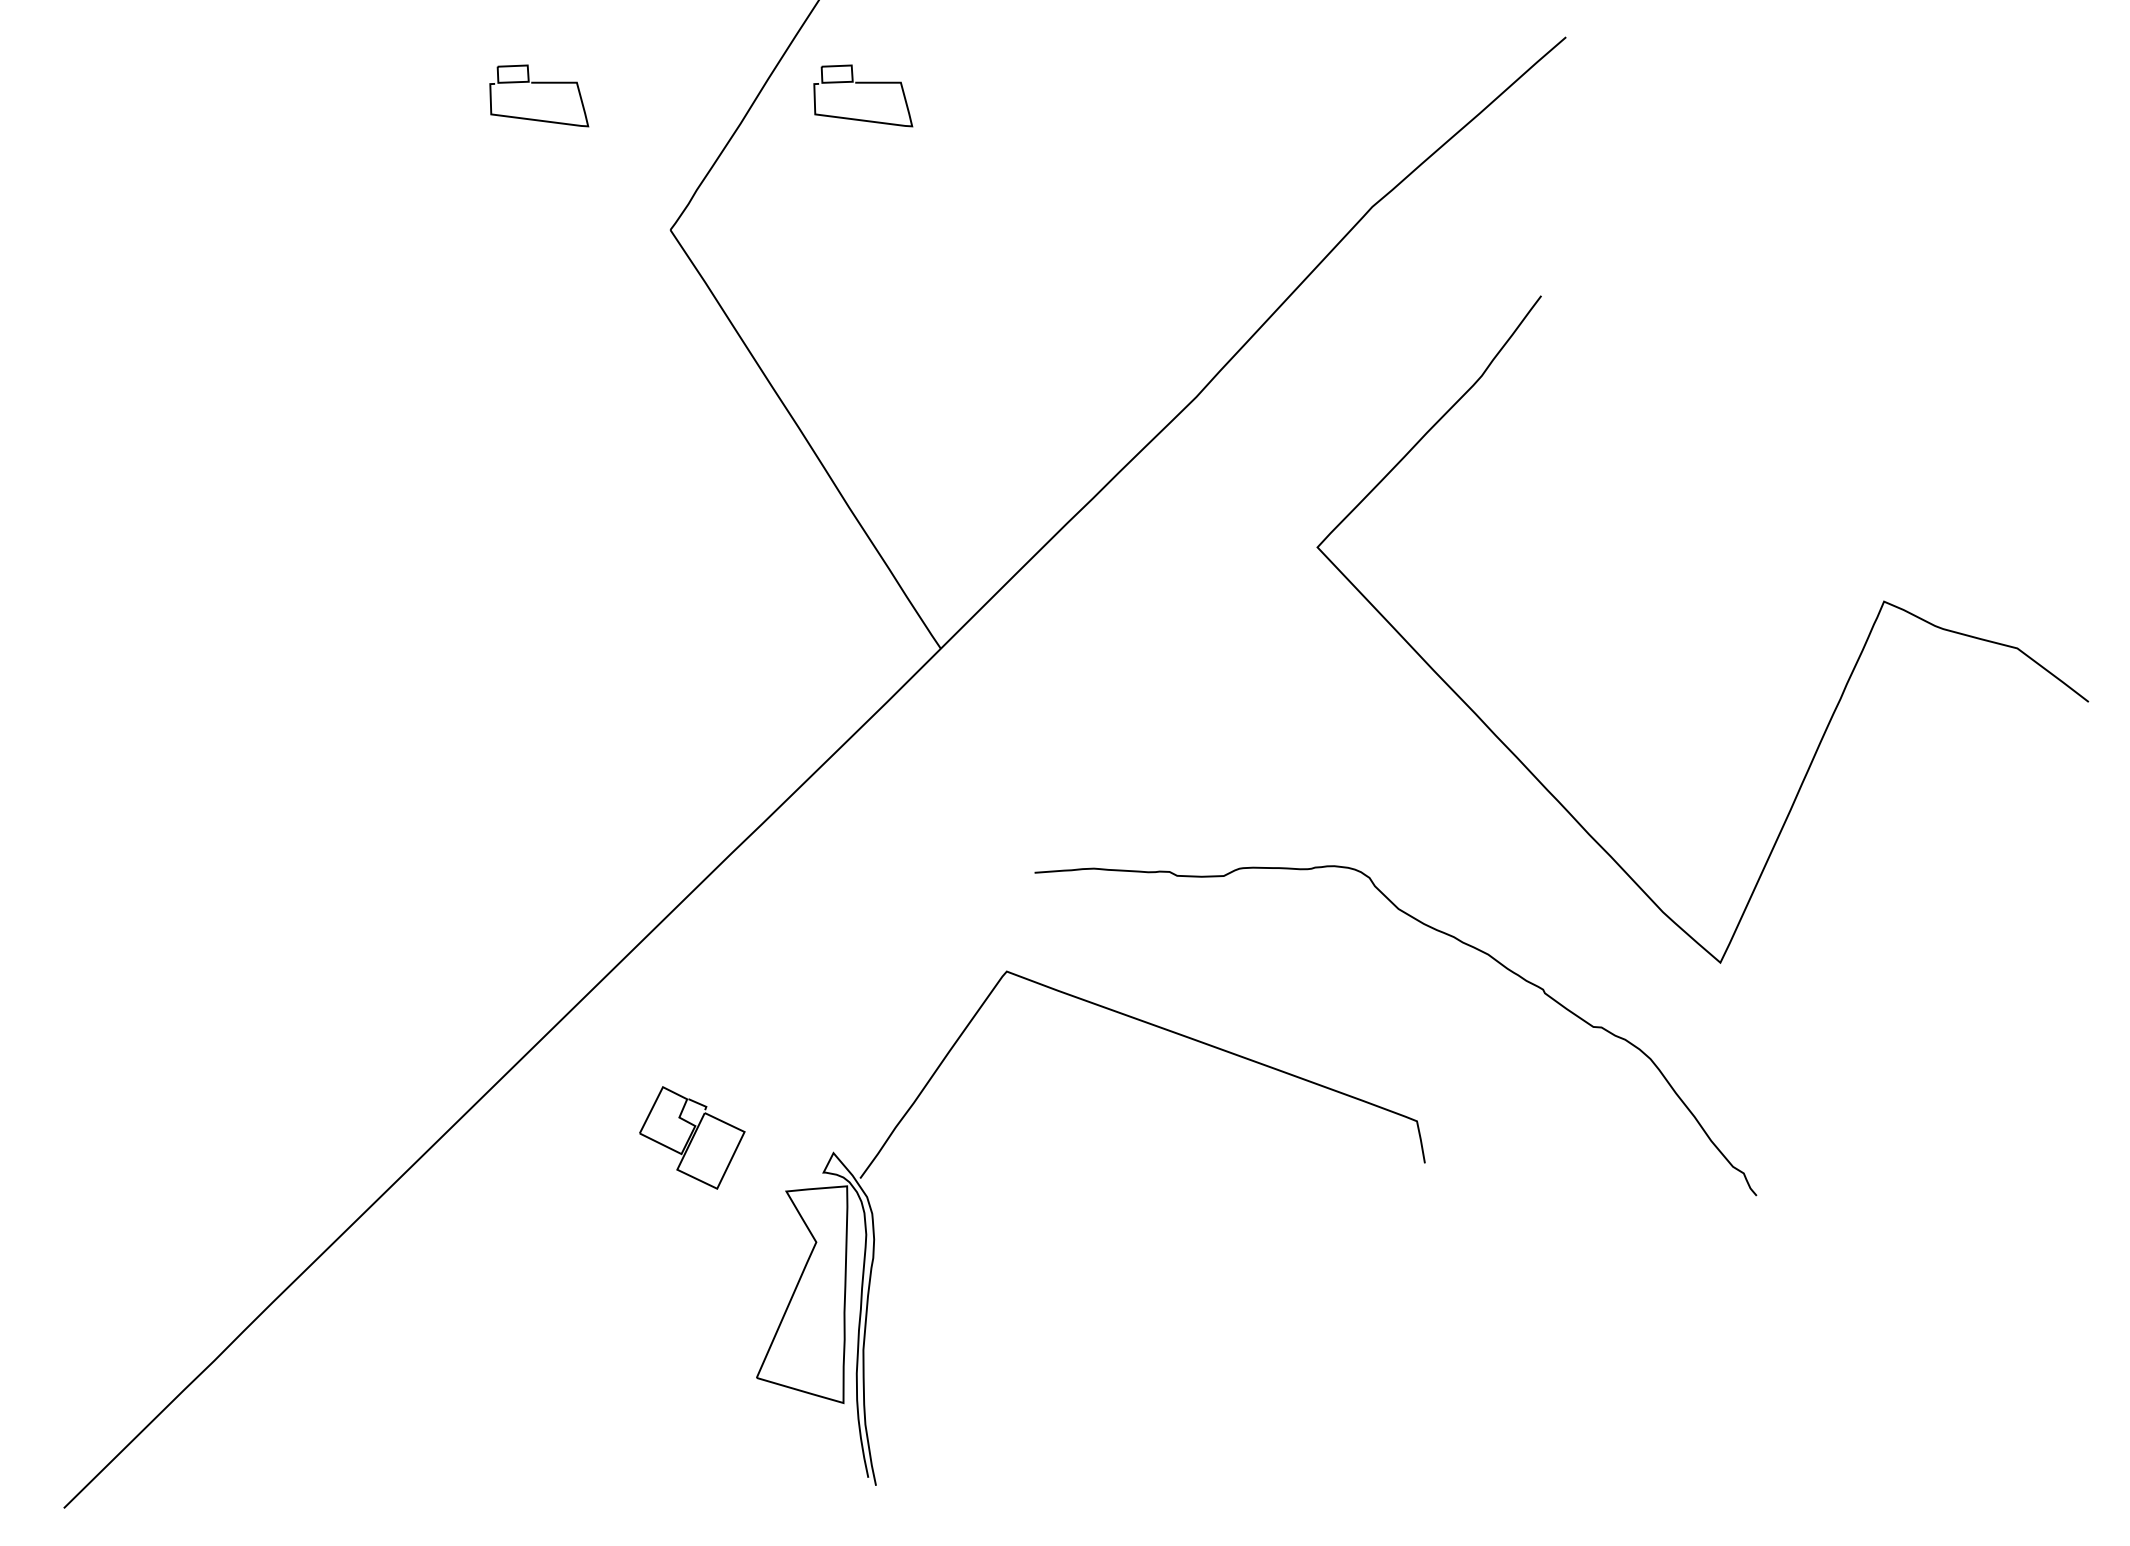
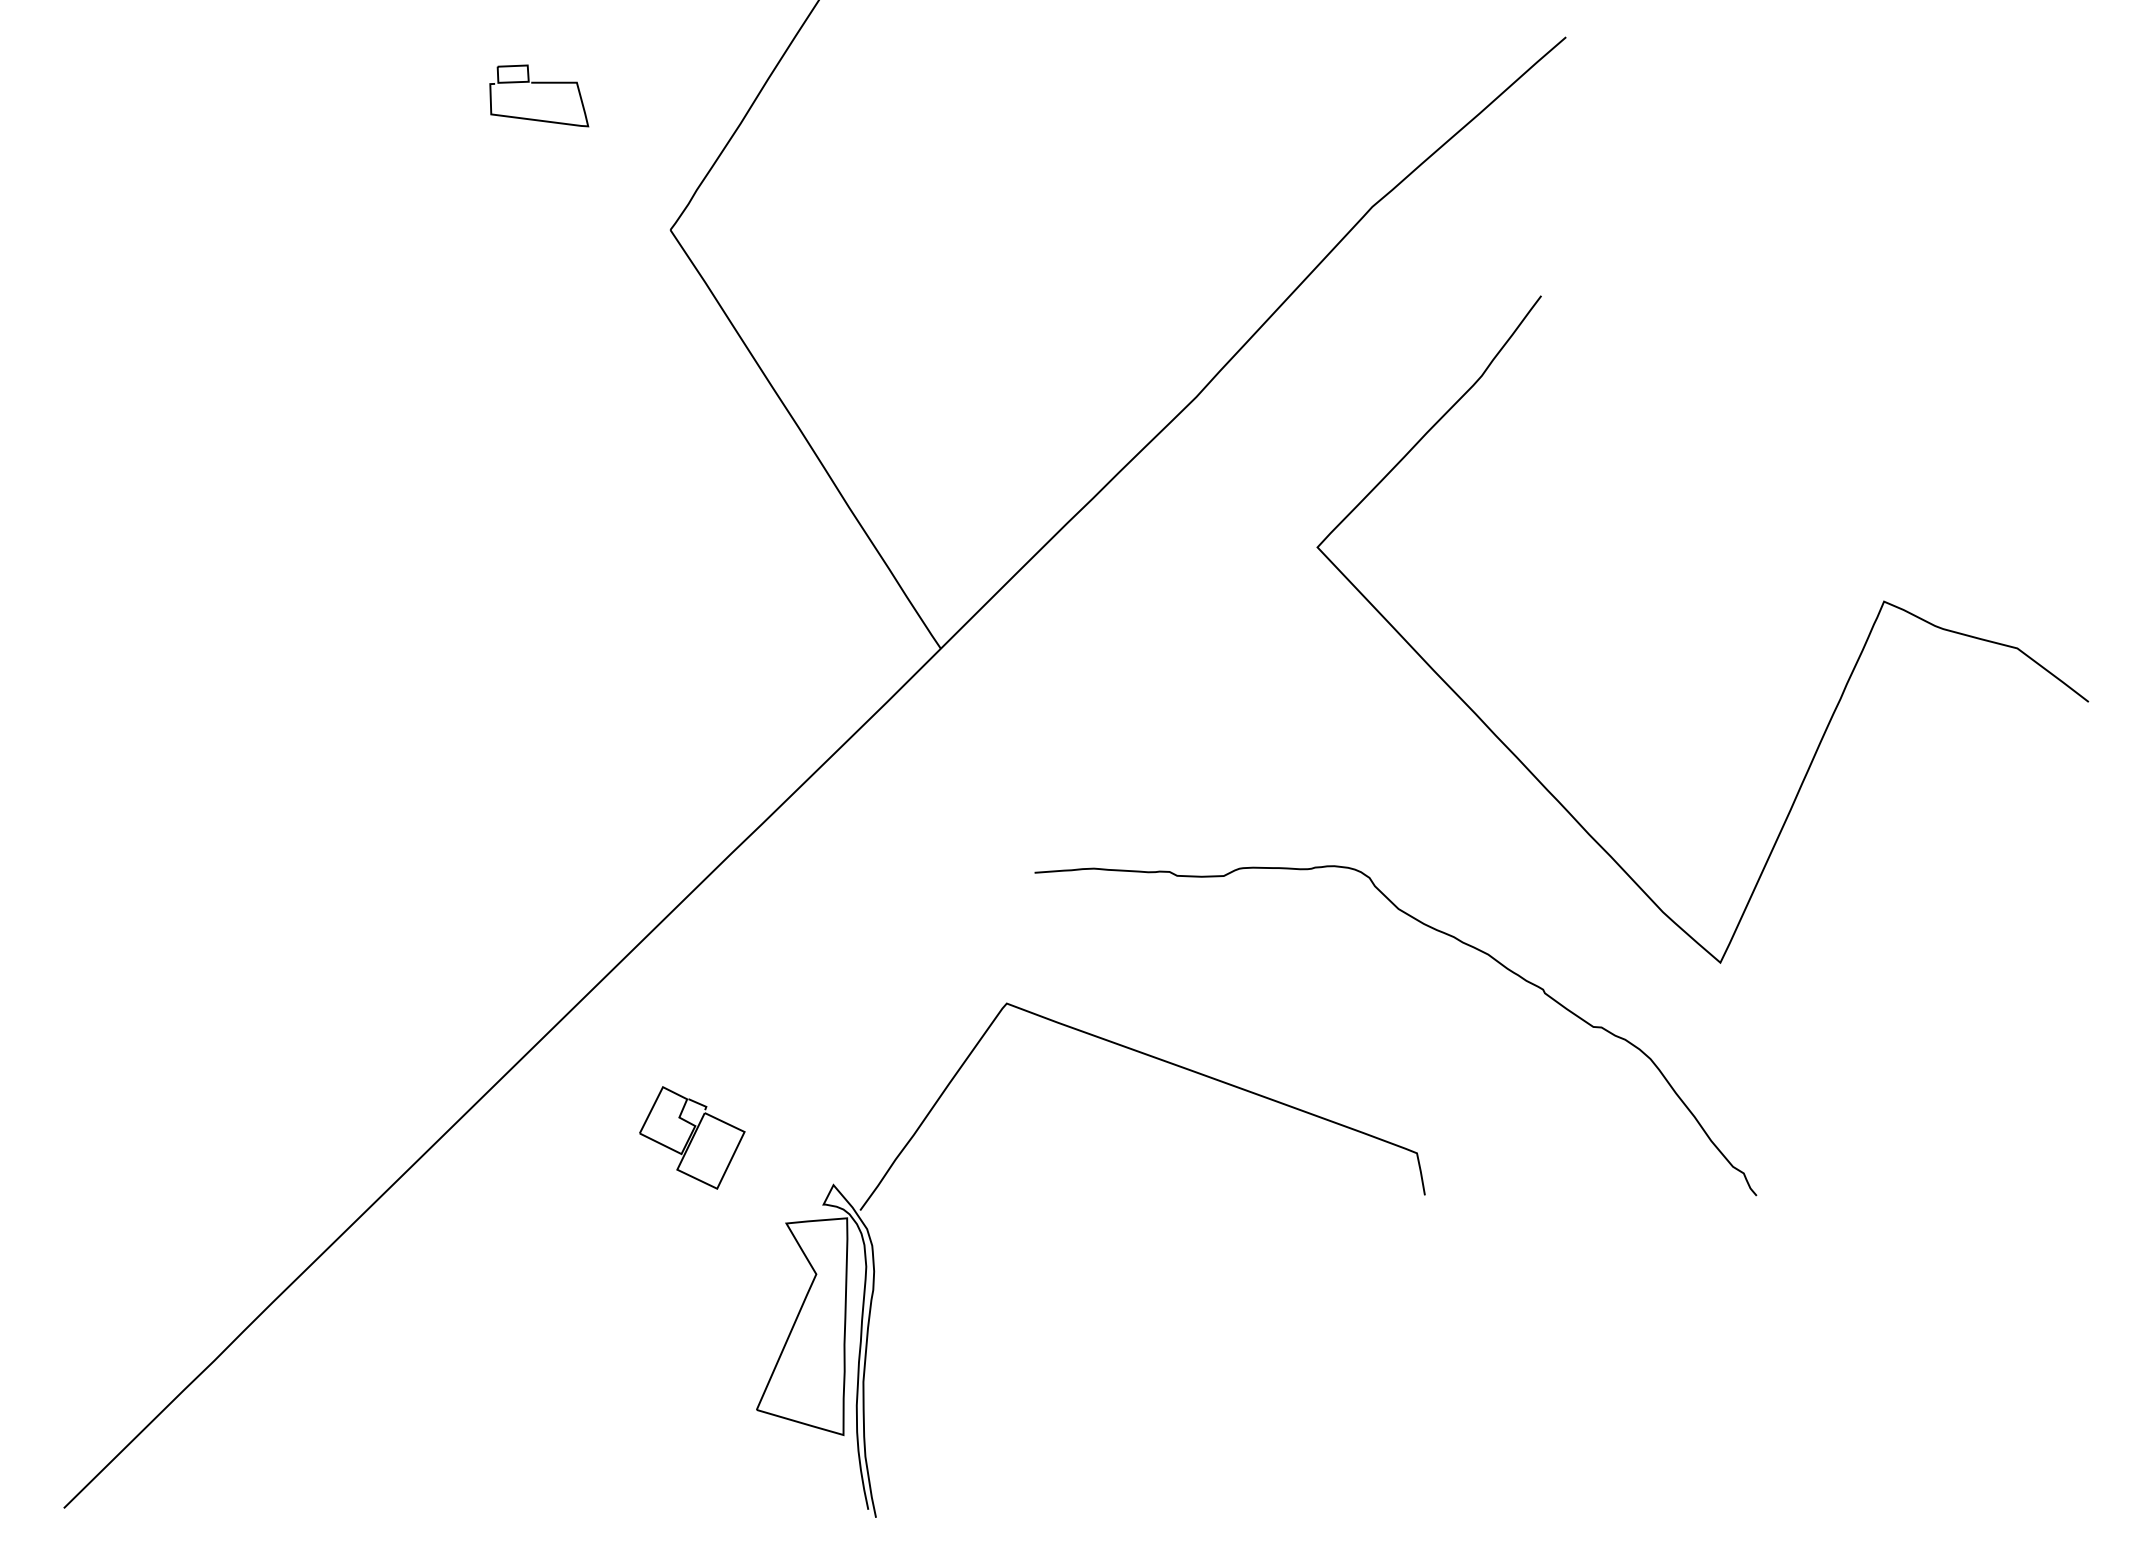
part at (863, 83): present -> none
part at (1159, 1028) position: (1159, 1028) -> (1159, 1060)
